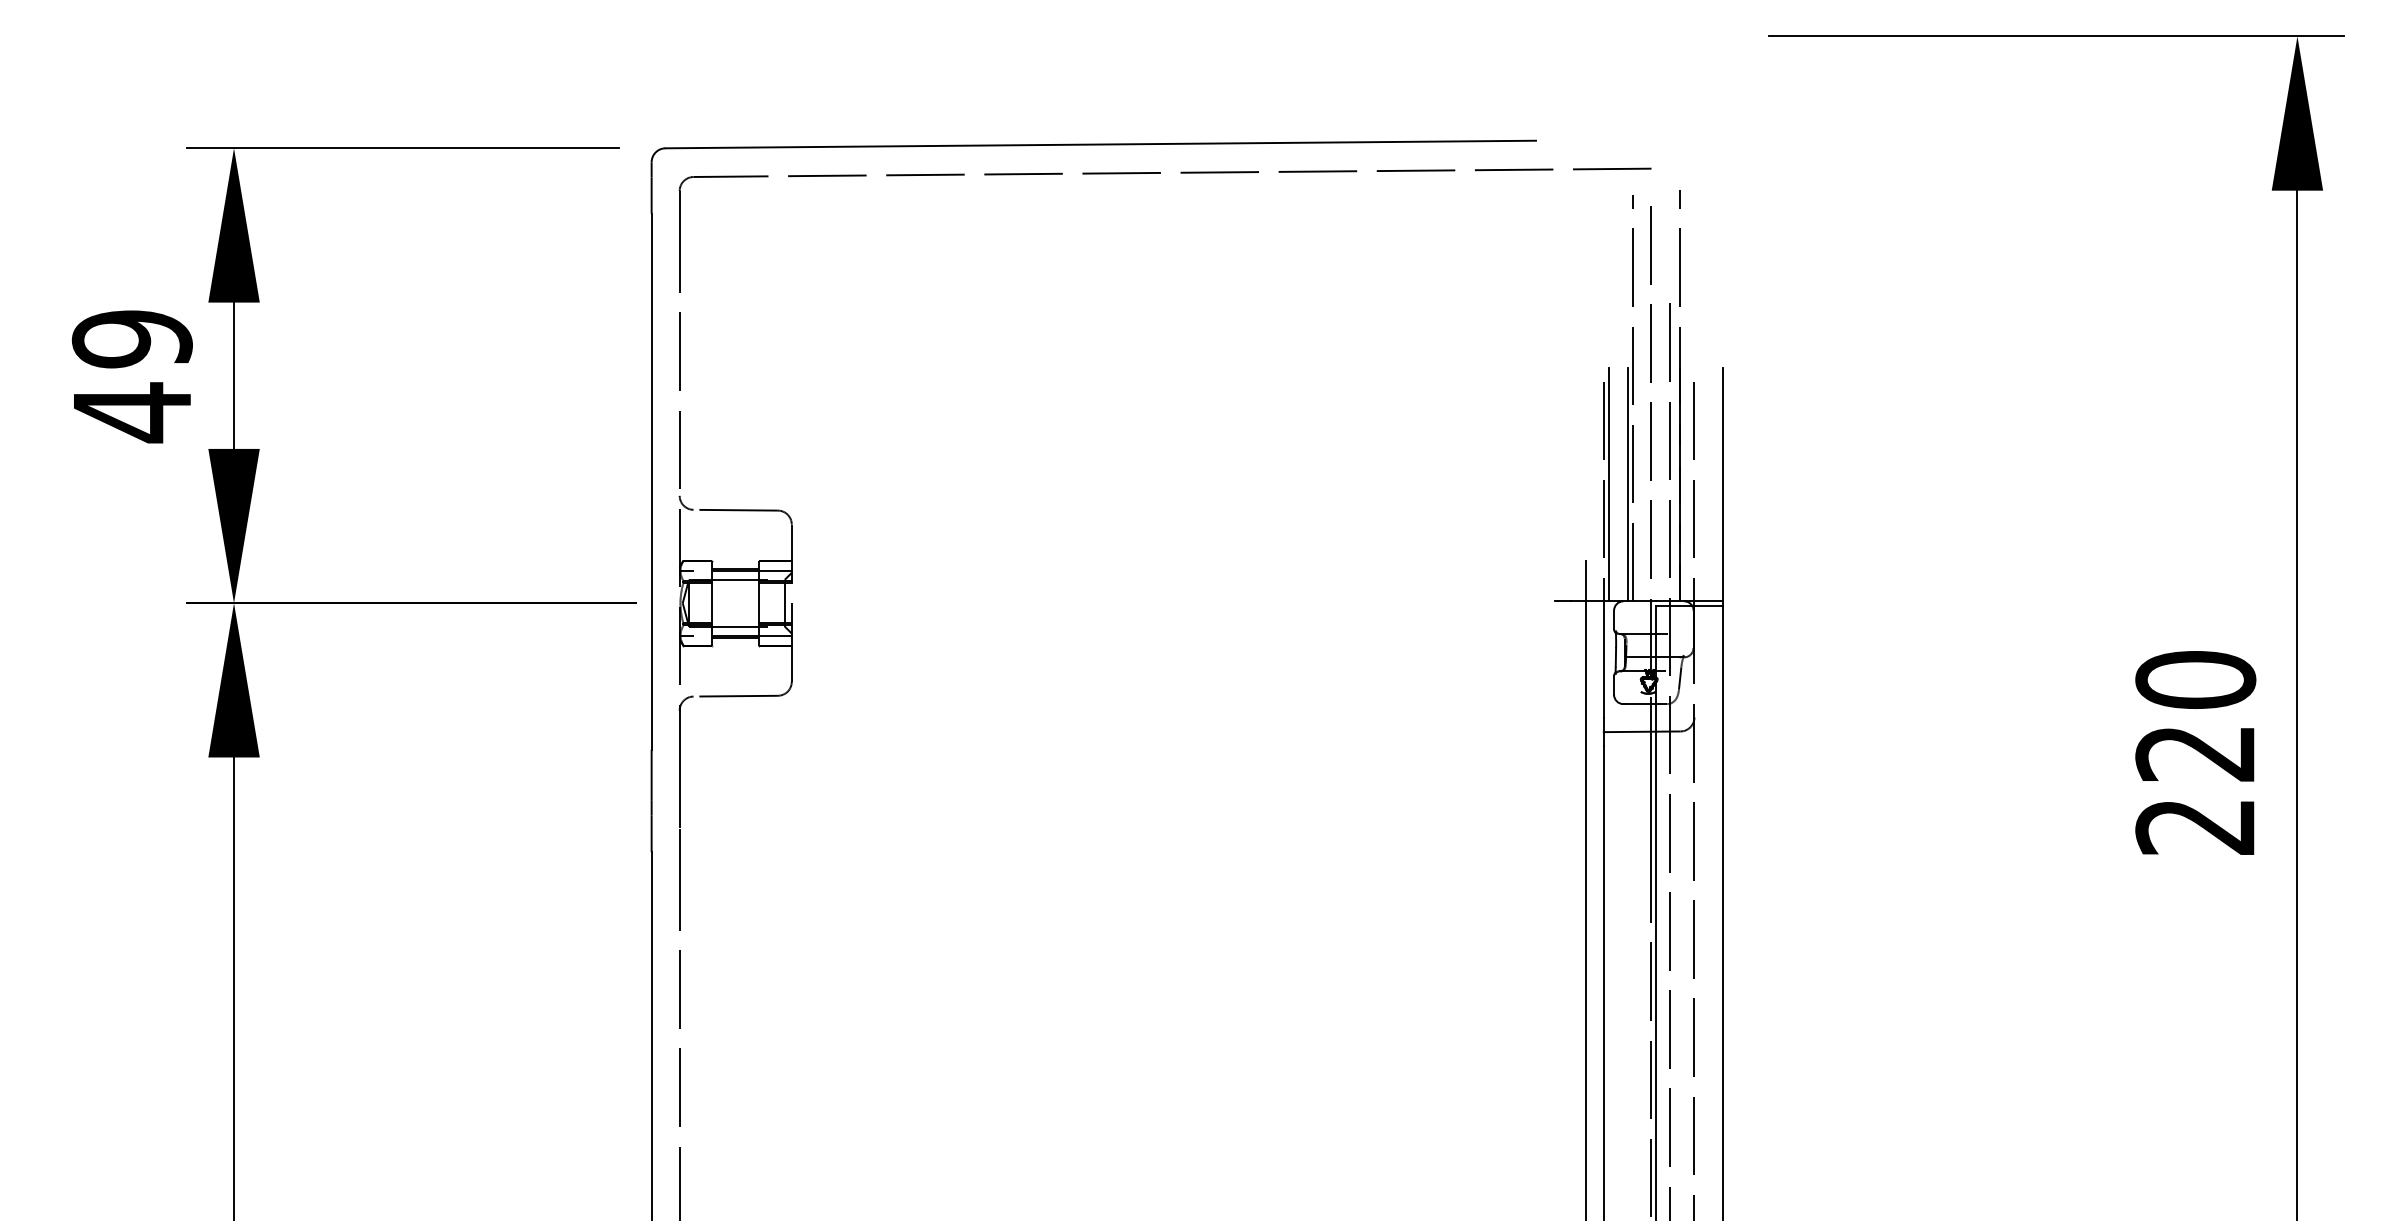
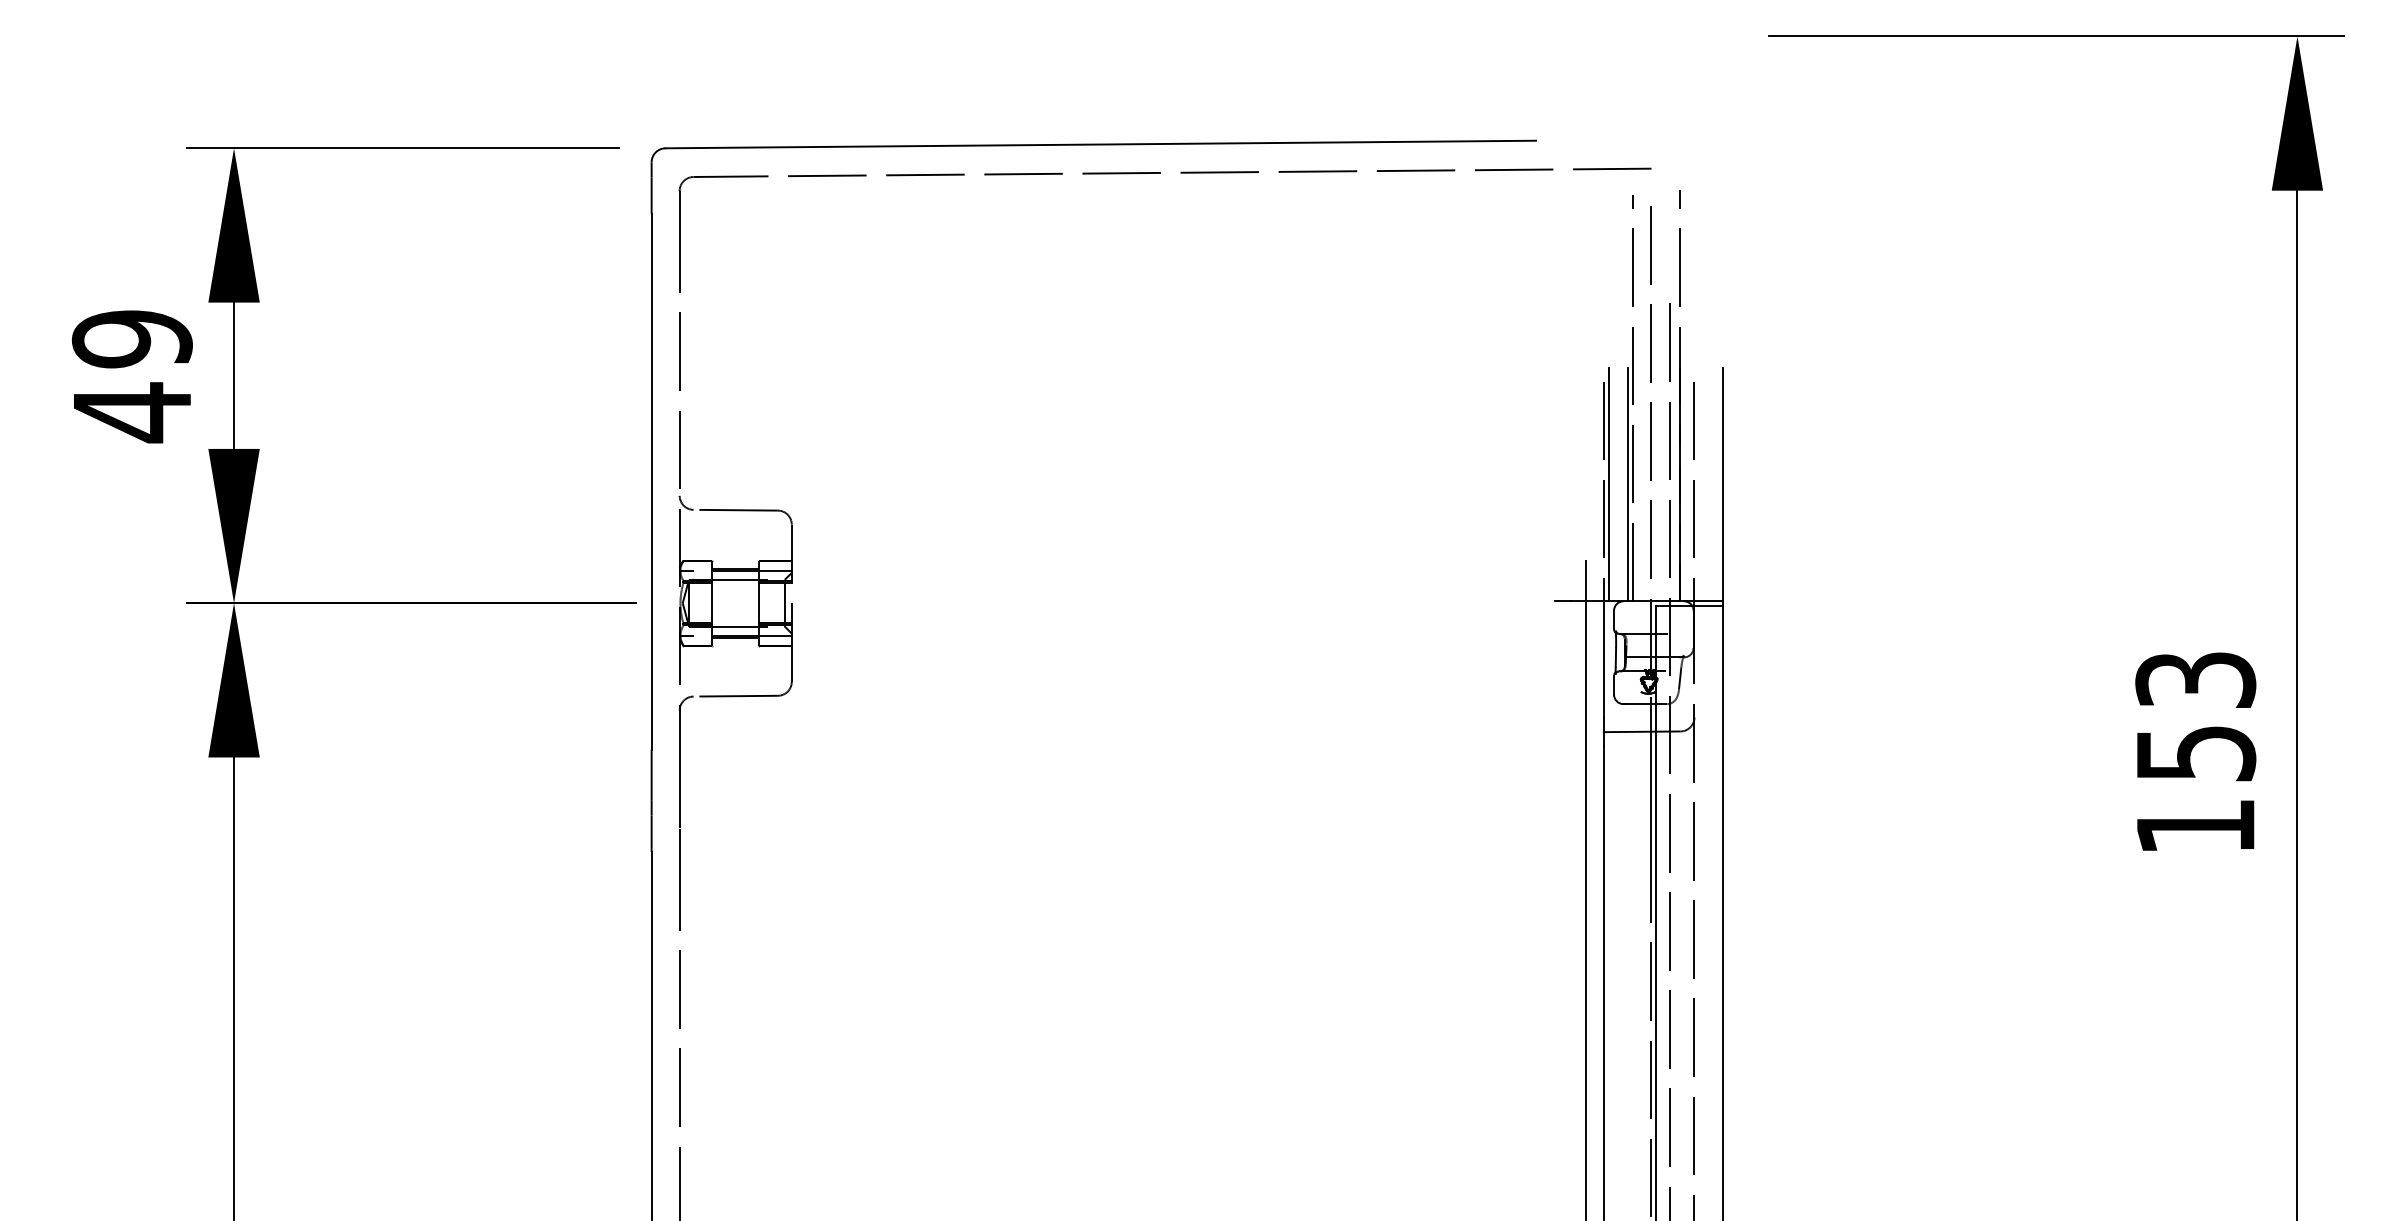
text at (2195, 752): 220 -> 153
